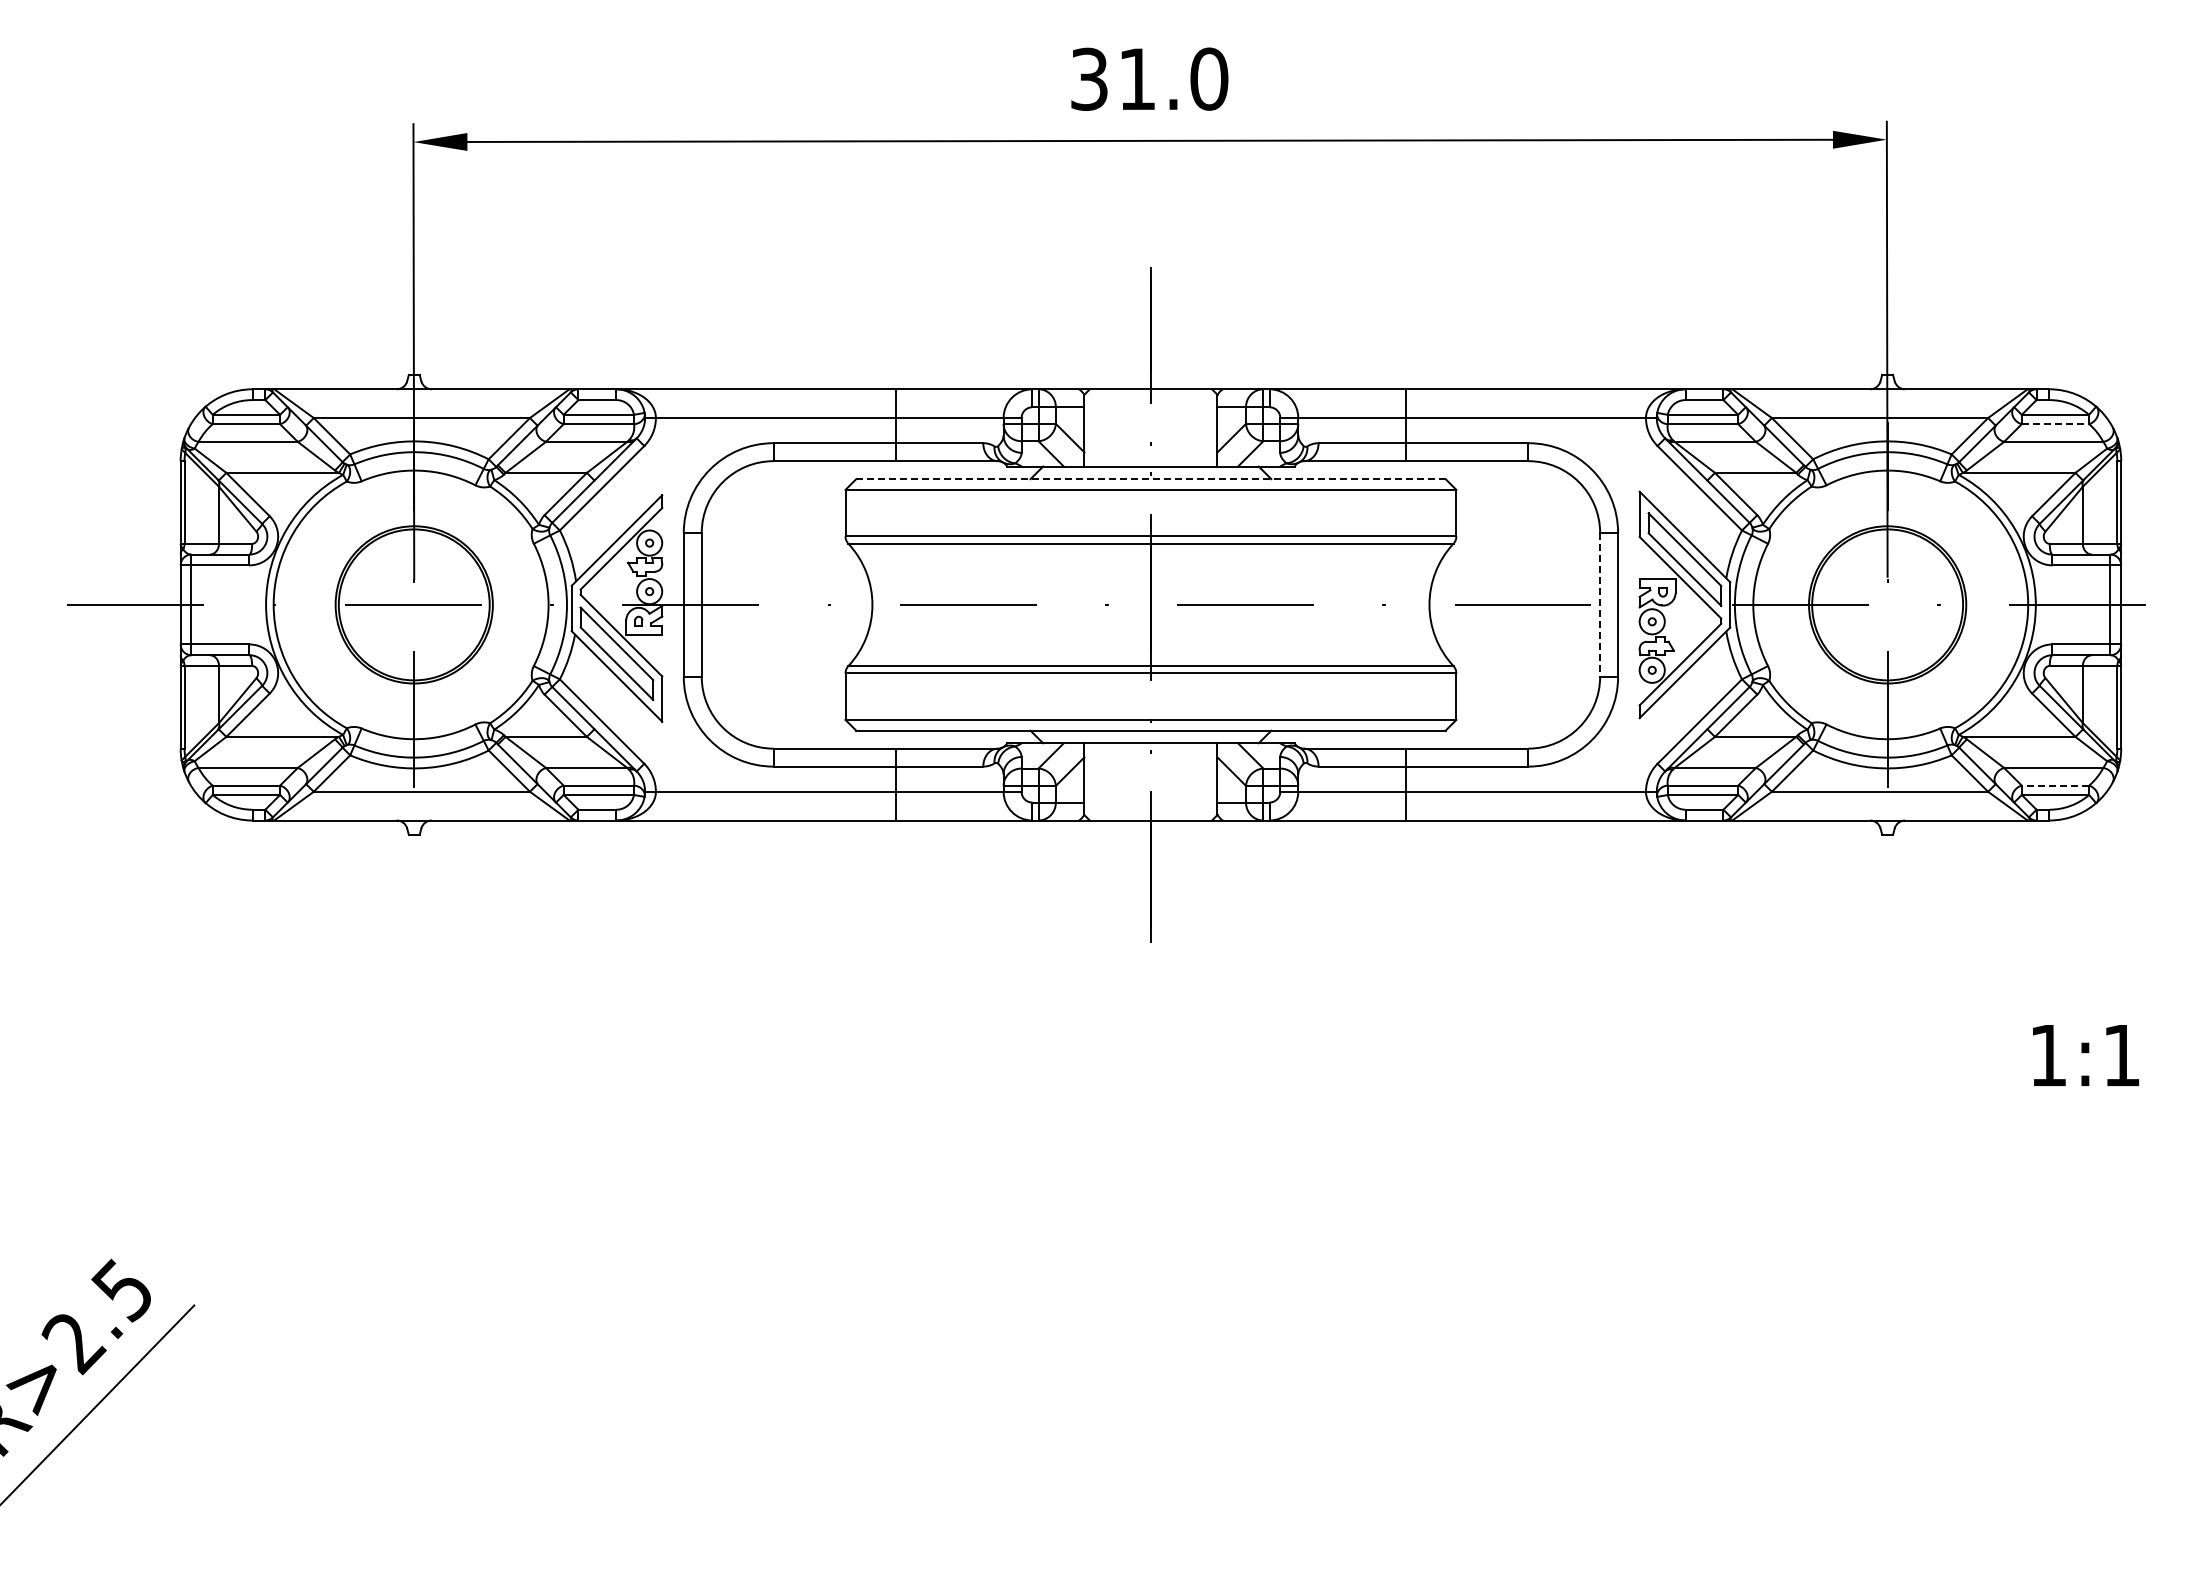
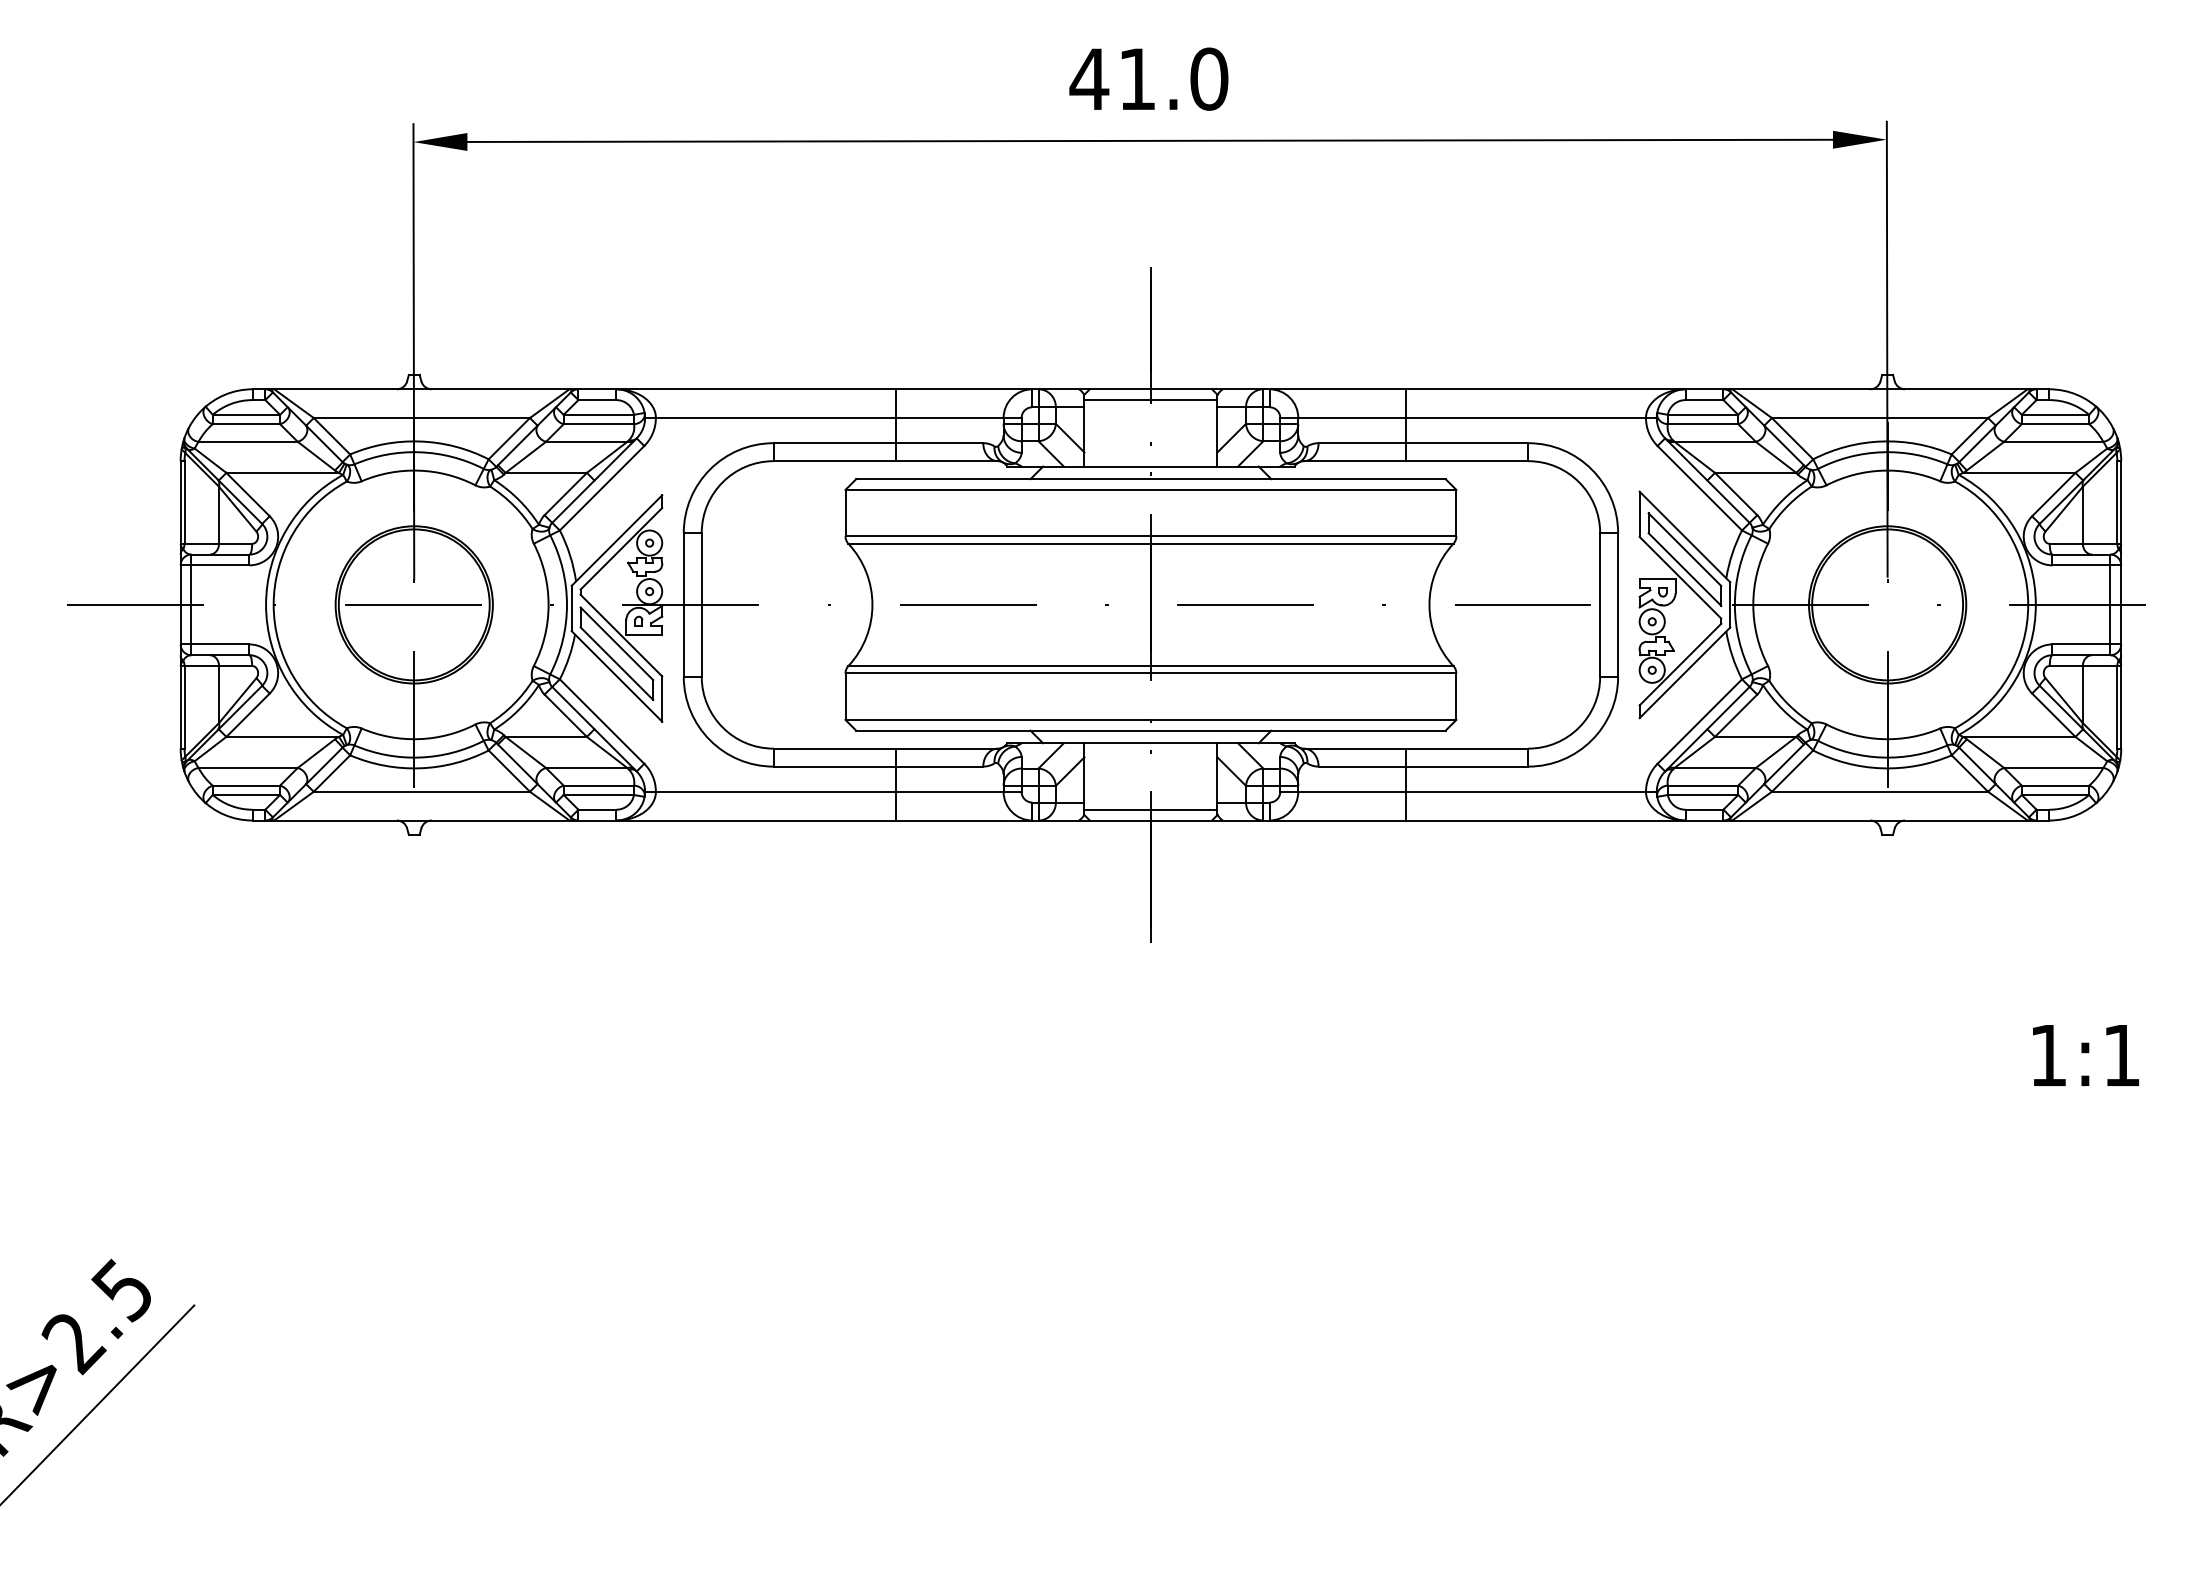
text at (1089, 78): 31.0 -> 41.0
line at (1150, 400): none -> present
line at (2055, 424): dashed -> solid
line at (1150, 479): dashed -> solid
line at (1600, 604): dashed -> solid
line at (2055, 785): dashed -> solid
line at (1150, 809): none -> present
